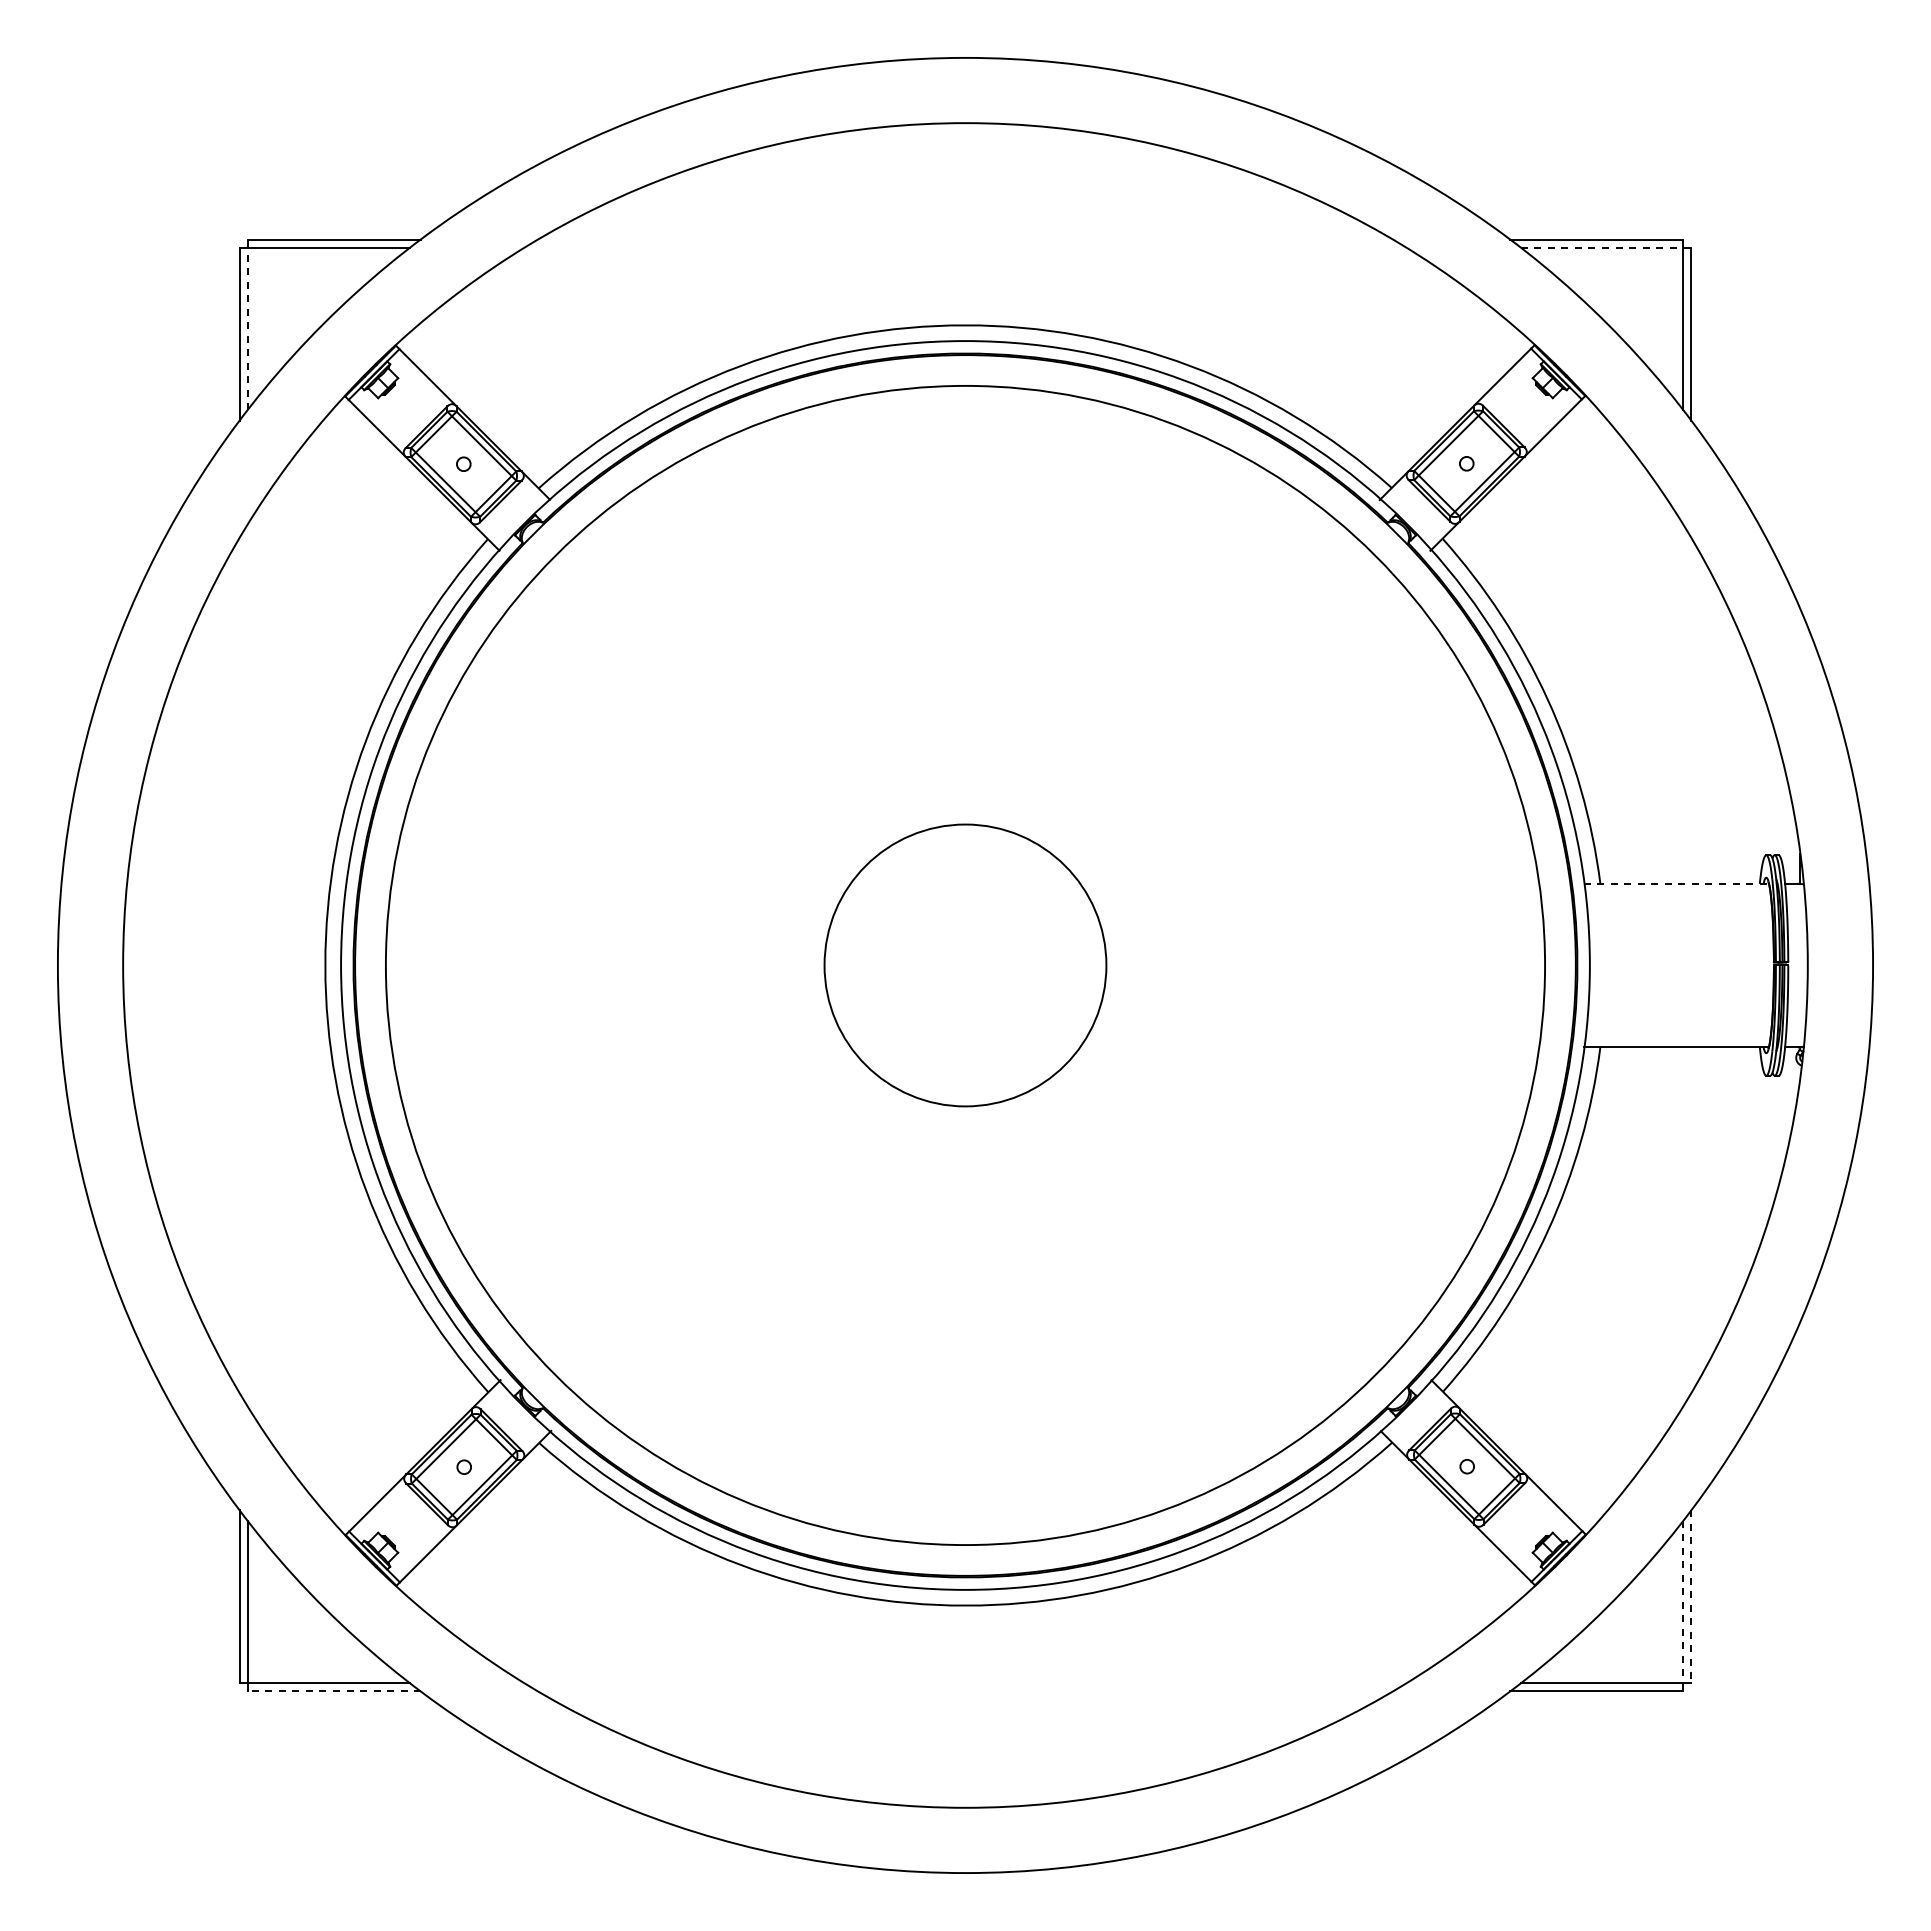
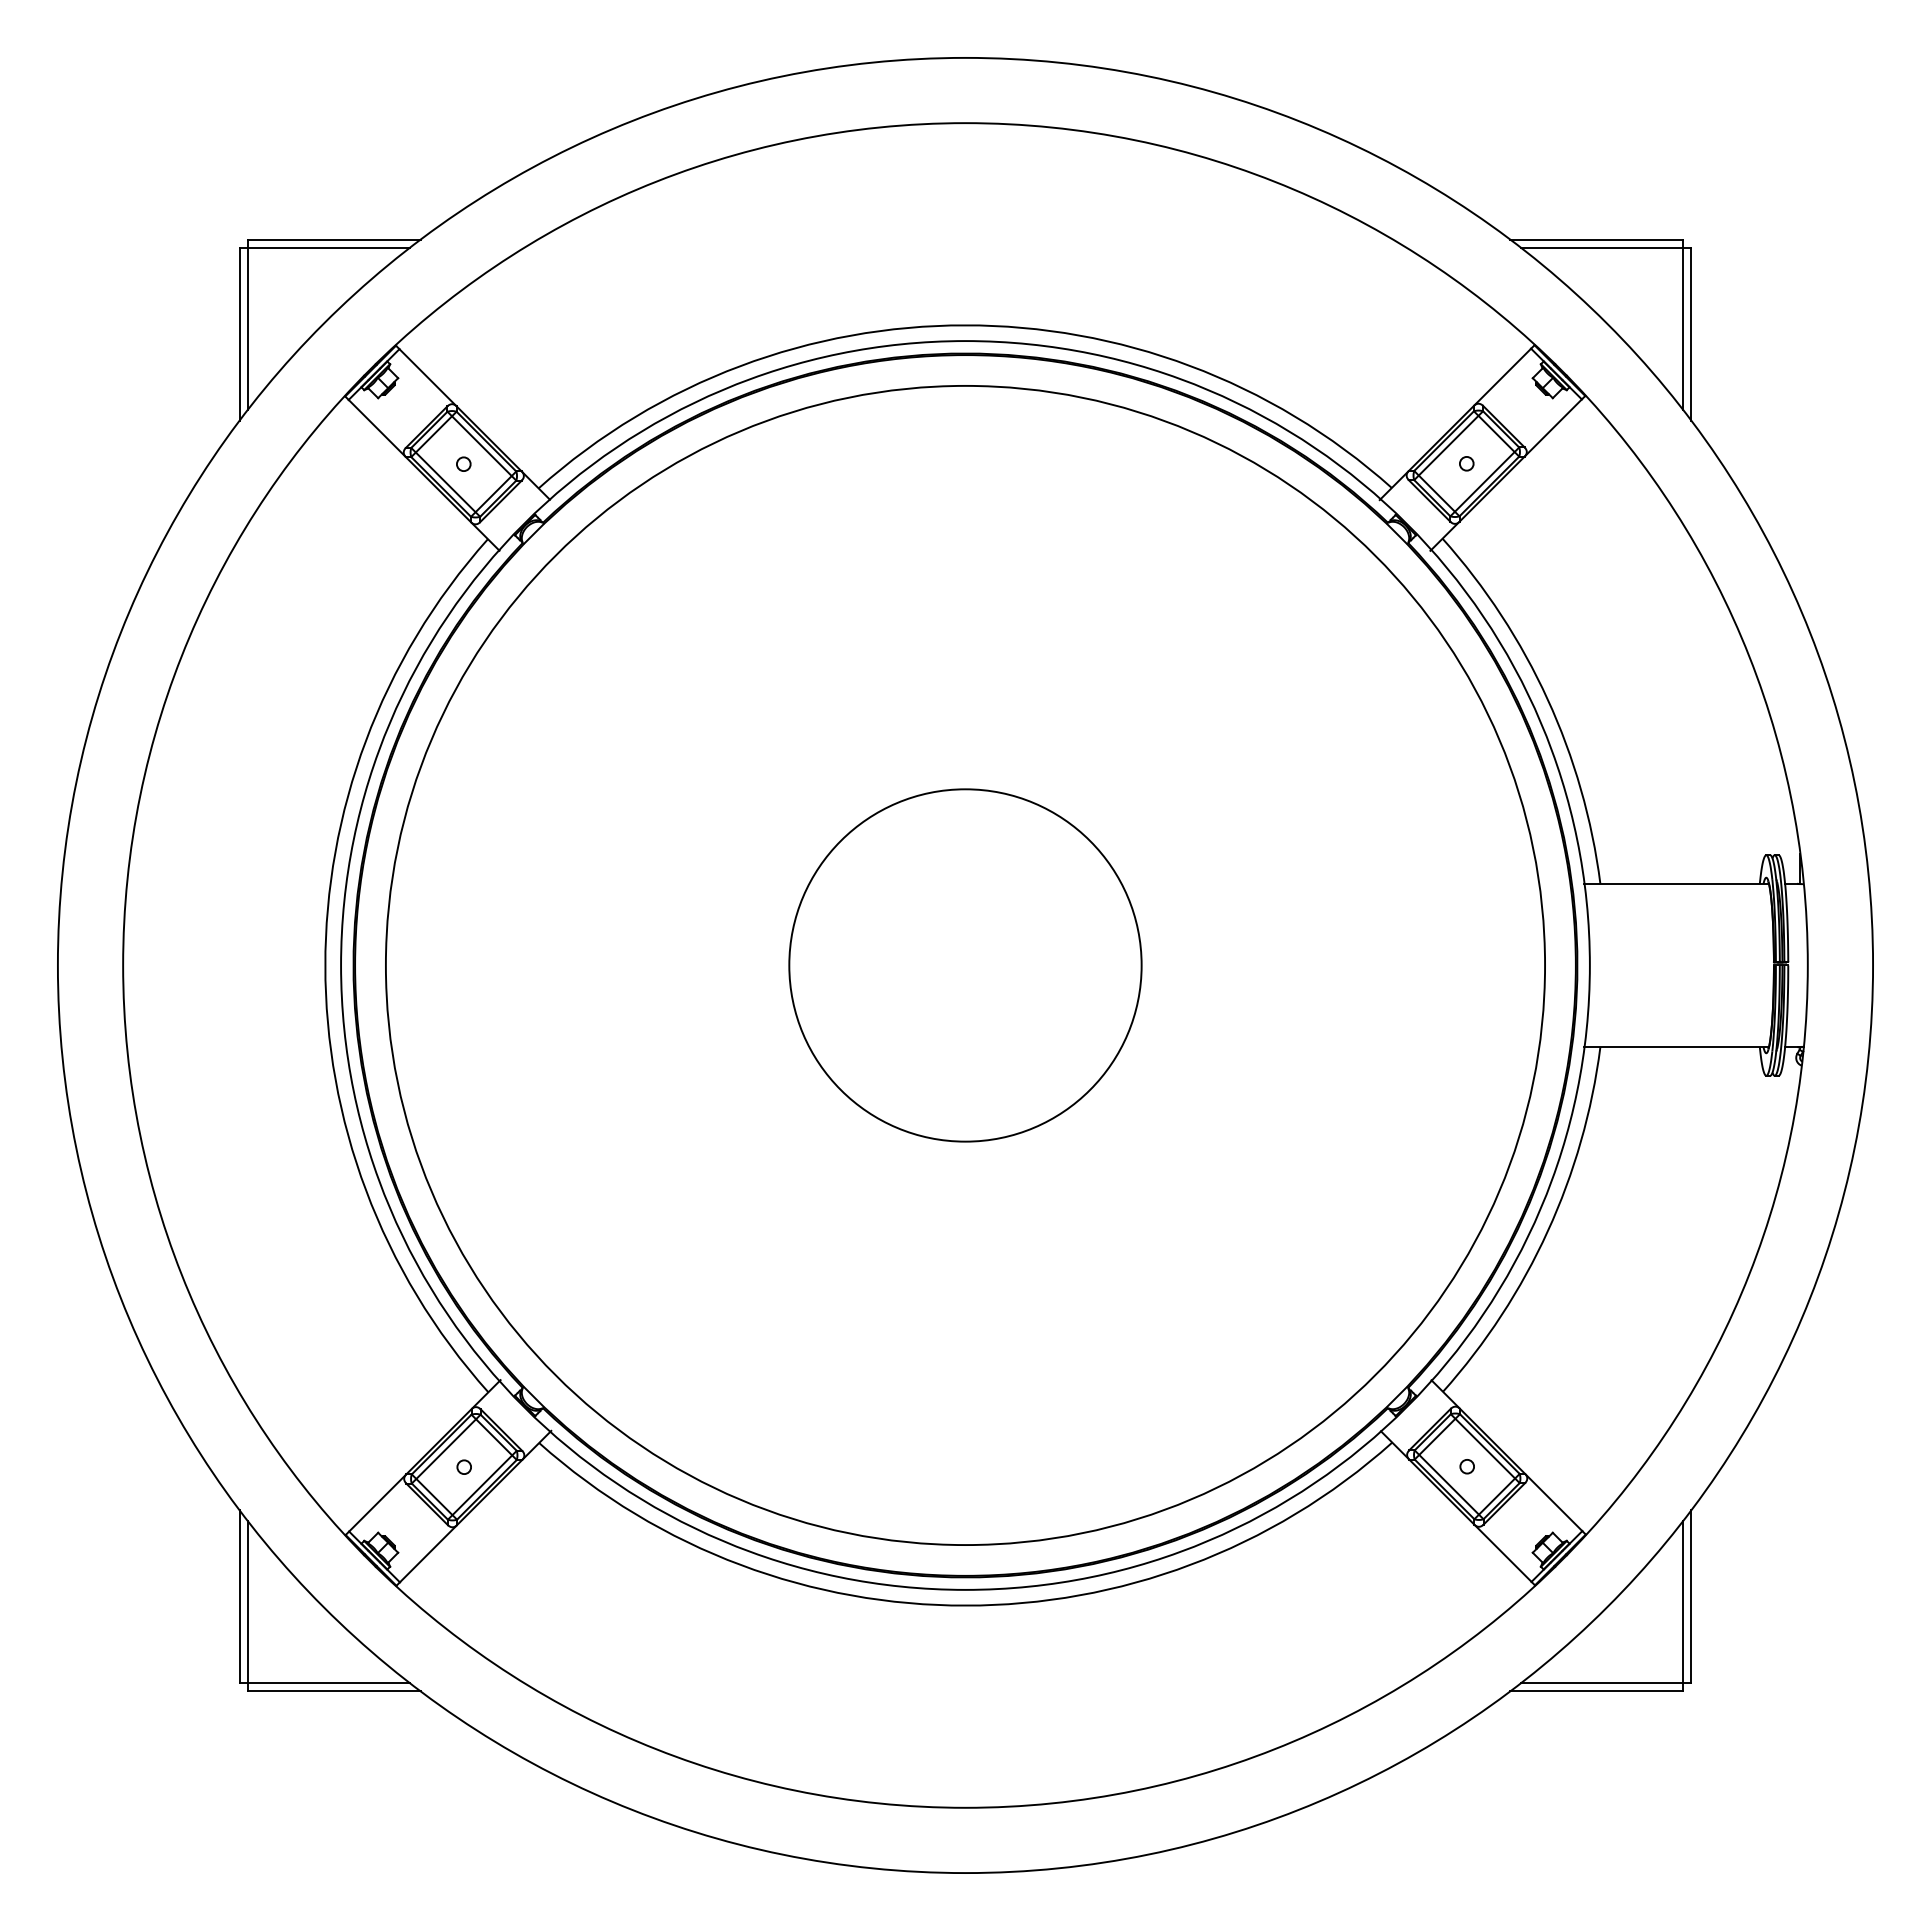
line at (1606, 247): dashed -> solid
line at (247, 324): dashed -> solid
line at (1676, 883): dashed -> solid
circle at (965, 965) diameter: 282 px -> 352 px
line at (1691, 1596): dashed -> solid
line at (1683, 1606): dashed -> solid
line at (334, 1691): dashed -> solid
